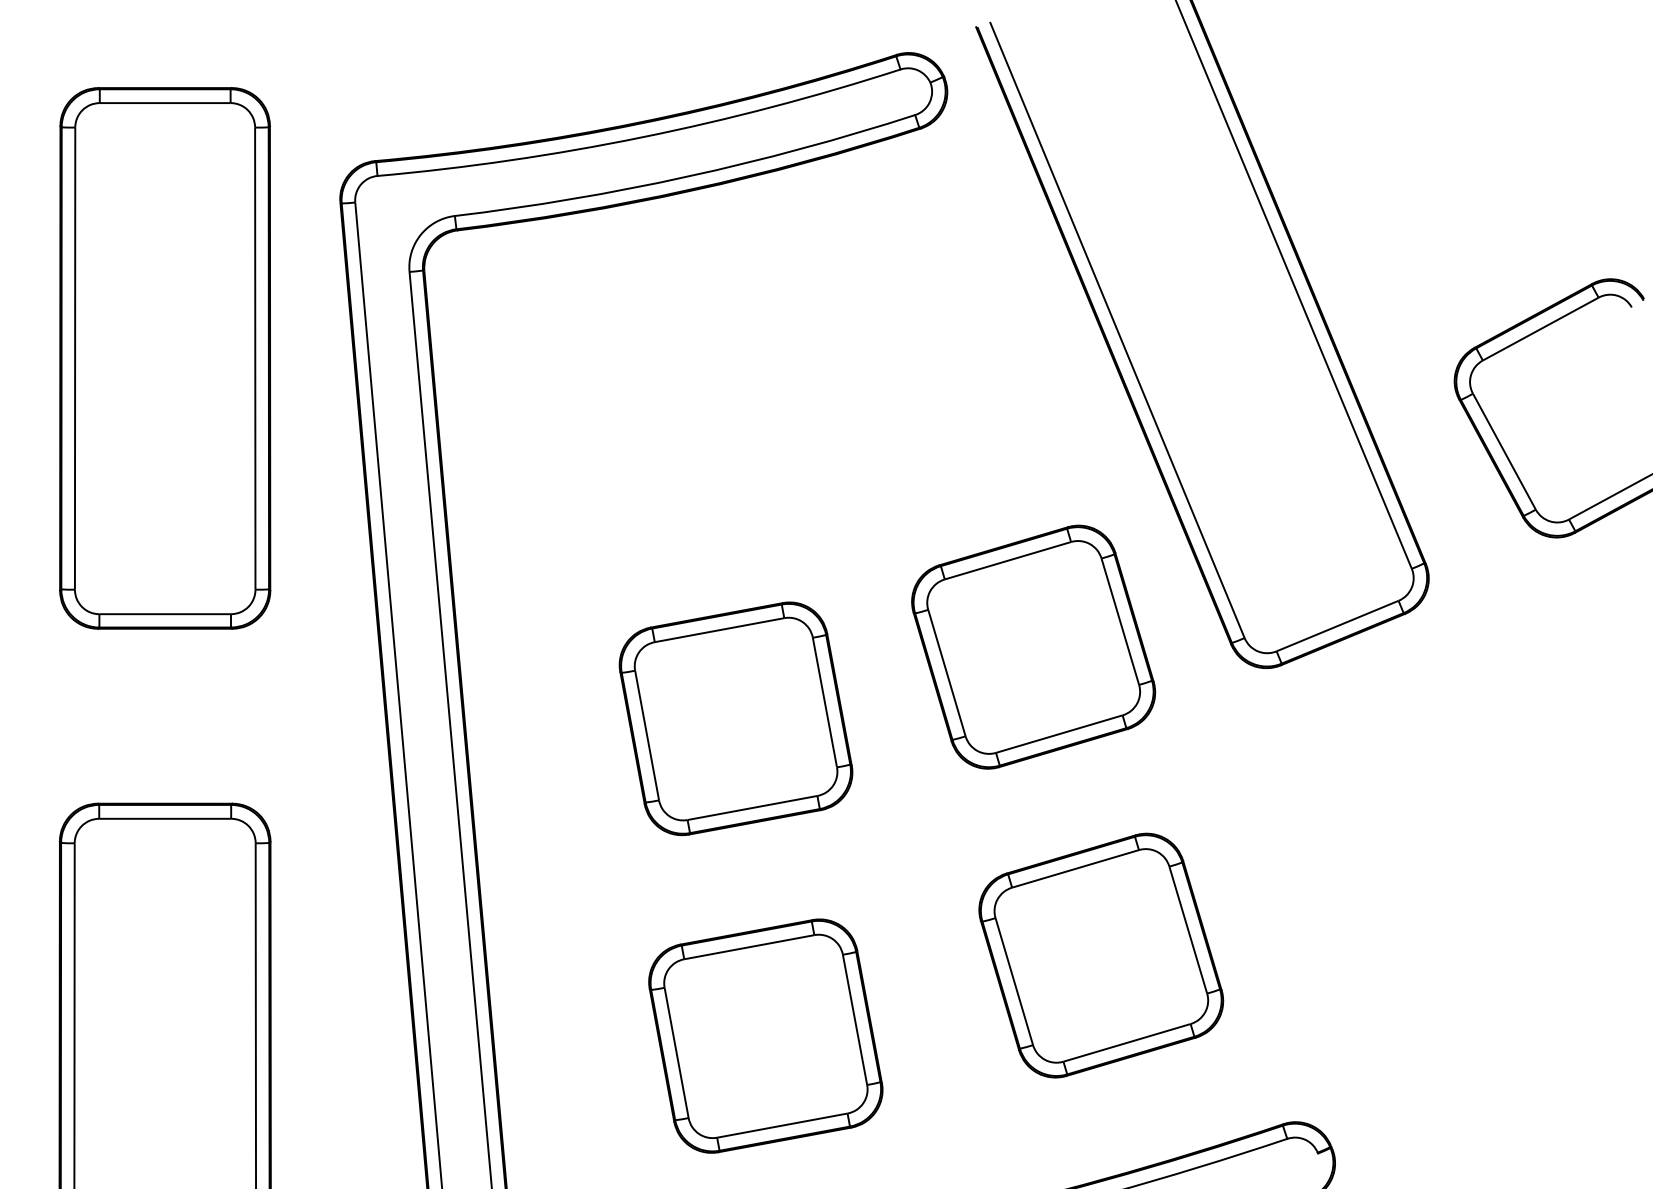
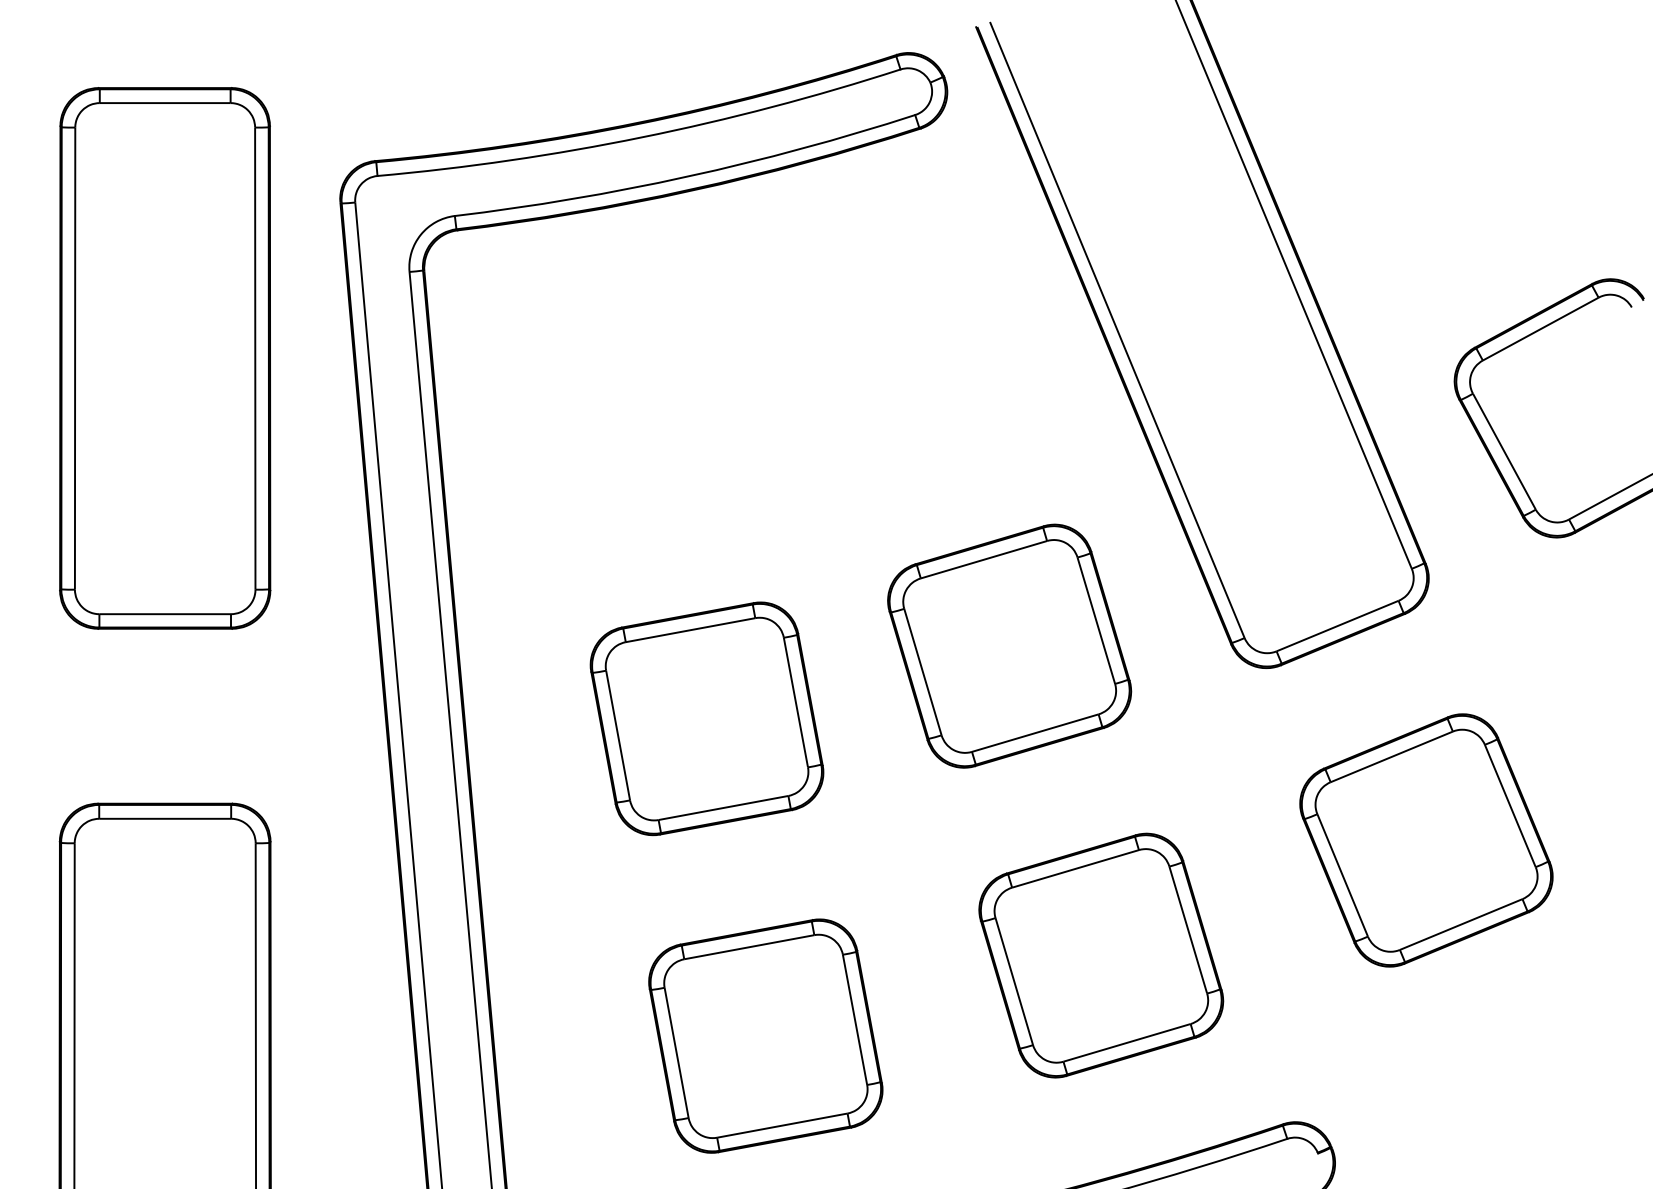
part at (1033, 646) position: (1033, 646) -> (1009, 645)
part at (735, 718) position: (735, 718) -> (706, 718)
part at (1426, 840): none -> present
